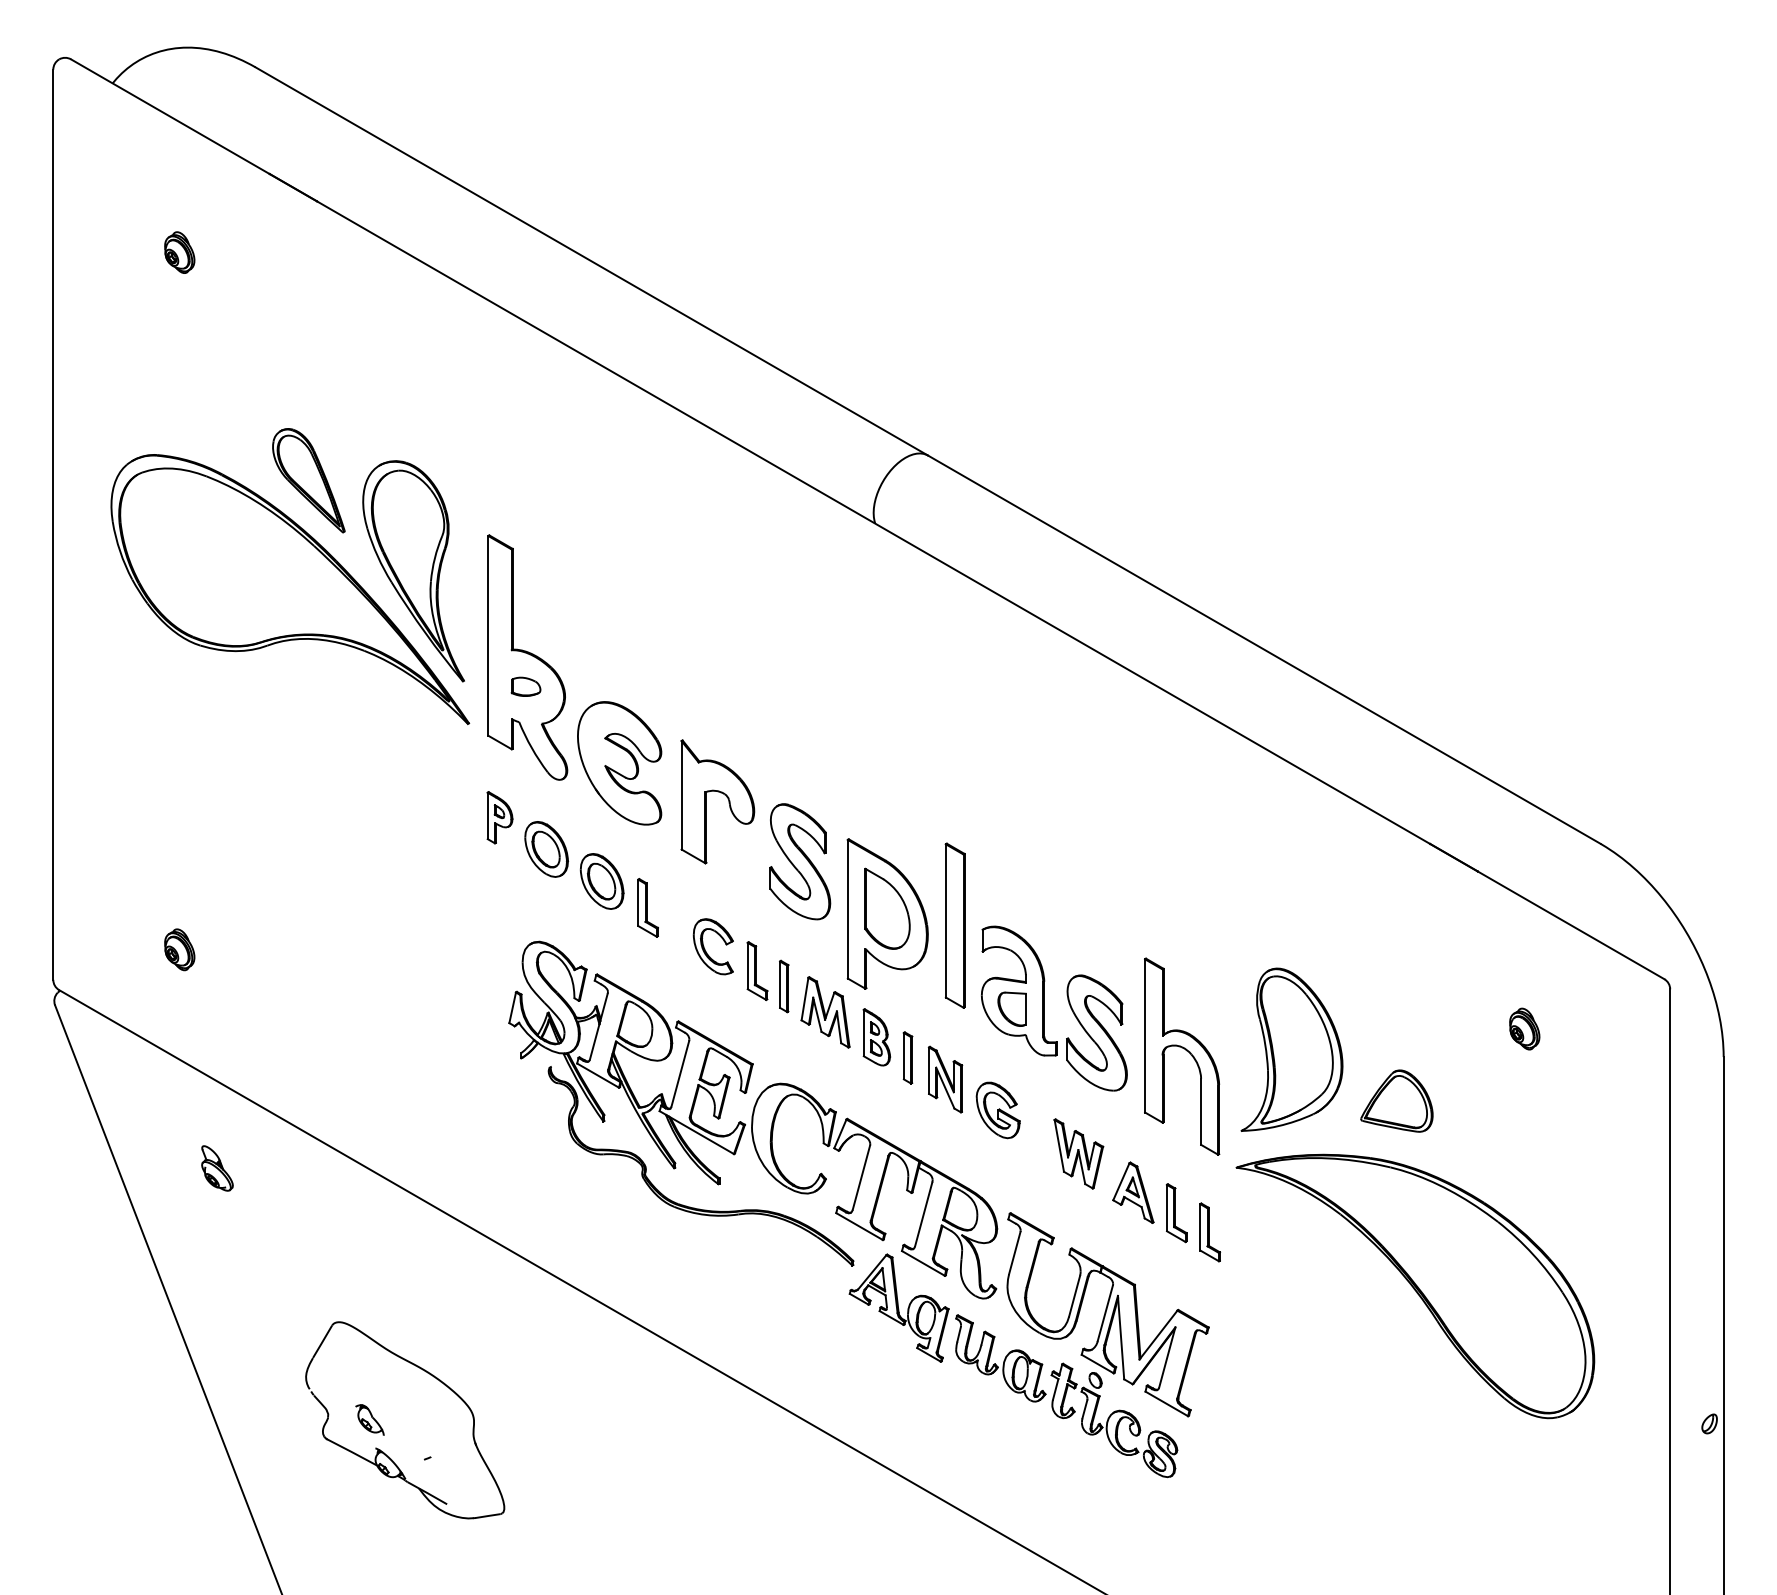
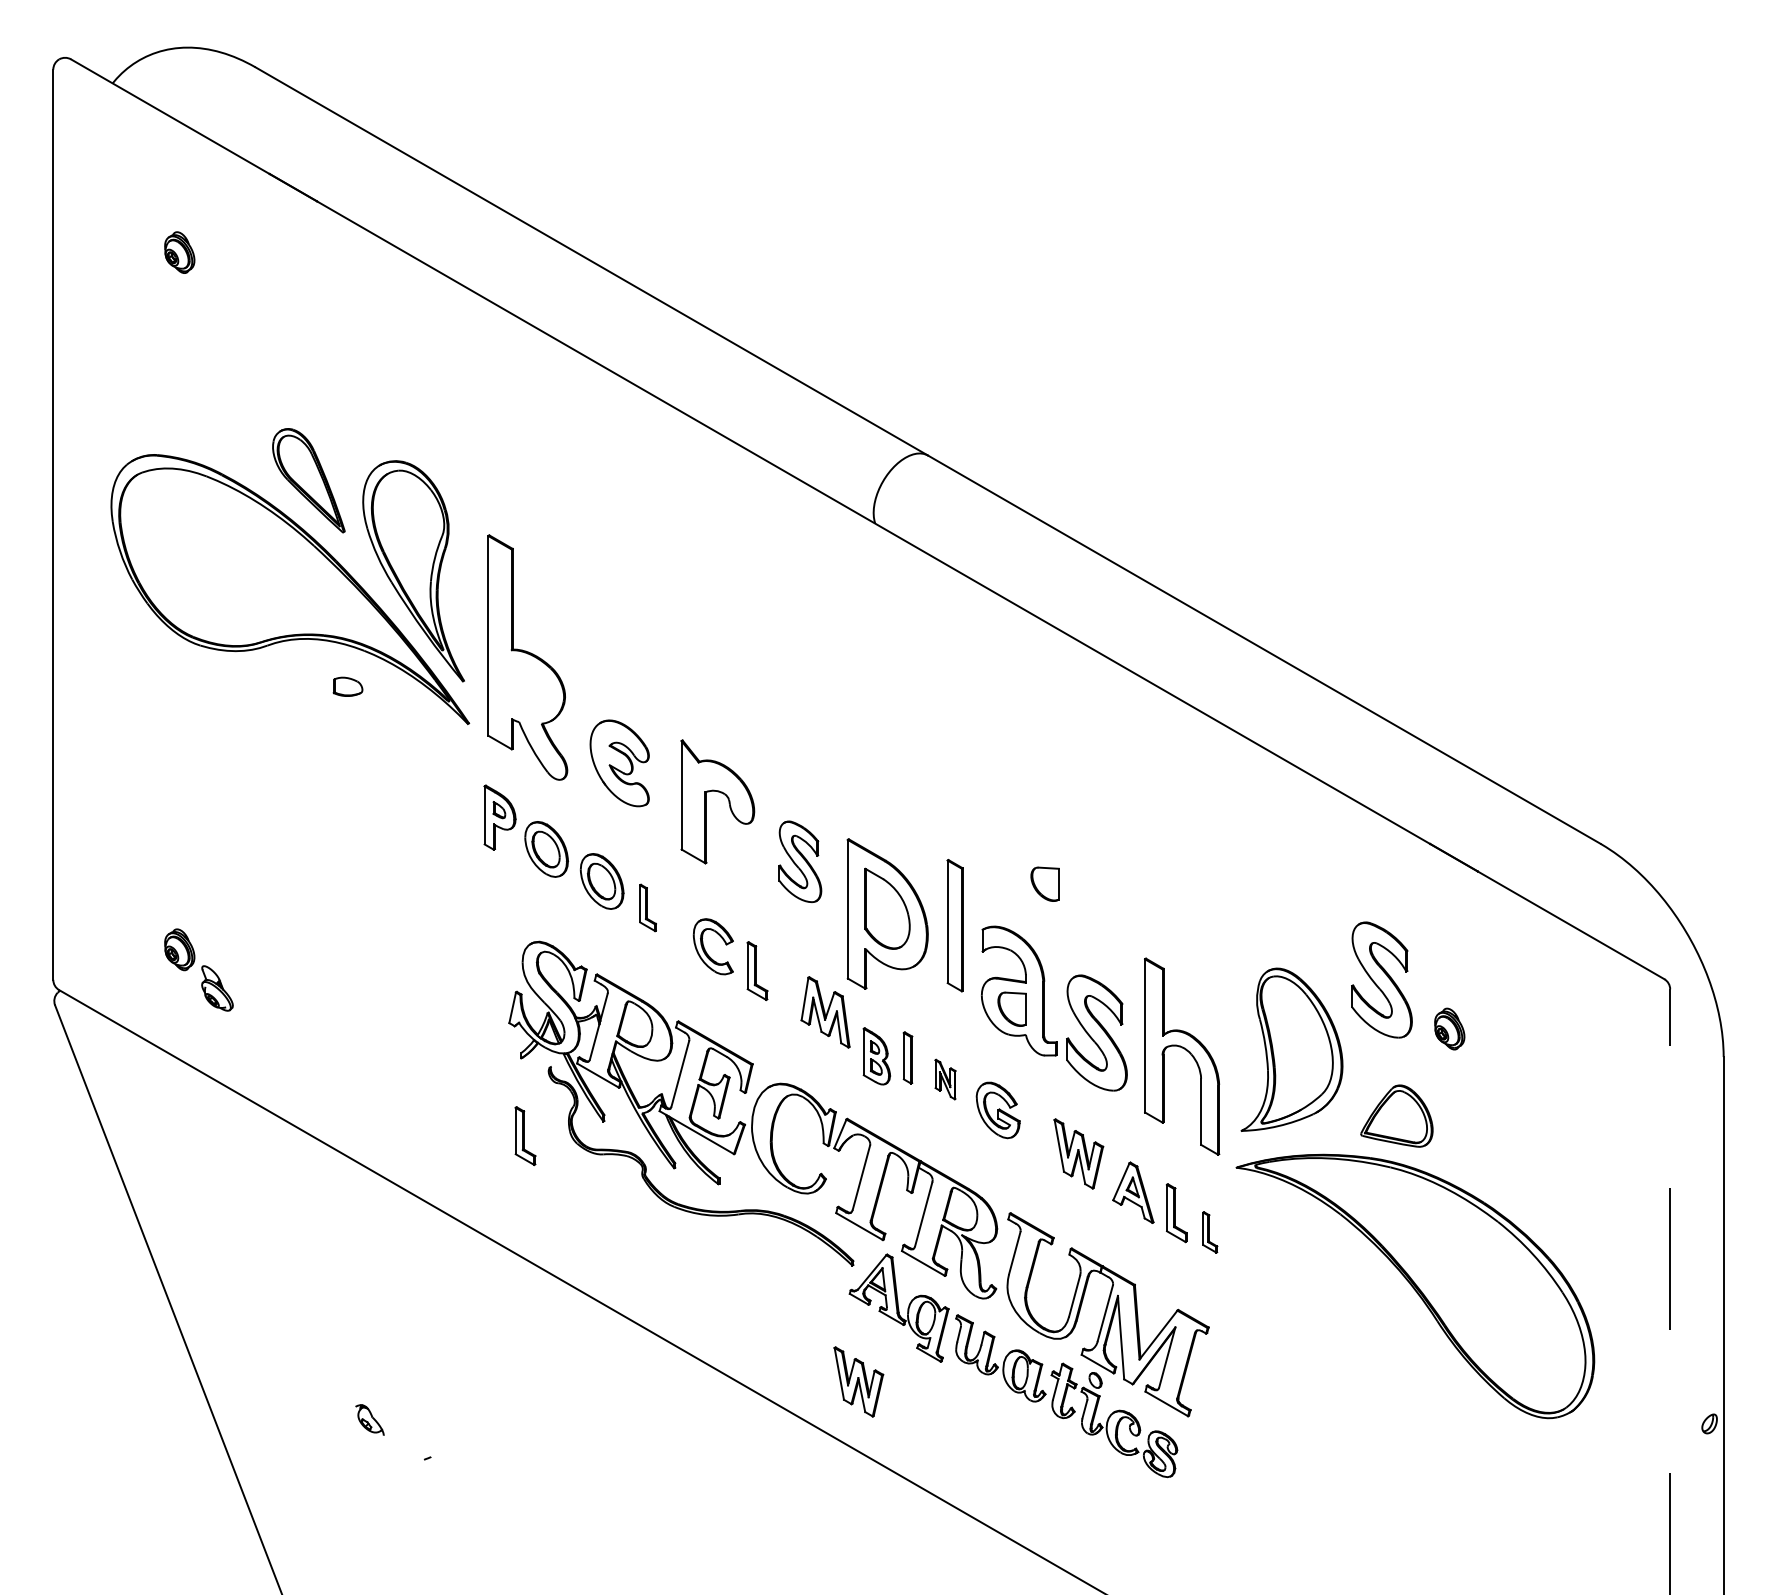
part at (525, 686) position: (525, 686) -> (347, 686)
part at (619, 763) size: 86x125 px -> 61x89 px
part at (499, 817) size: 28x54 px -> 34x67 px
part at (800, 861) size: 63x118 px -> 45x83 px
part at (1044, 883): none -> present
part at (647, 907) size: 22x60 px -> 18x50 px
part at (954, 925) size: 22x167 px -> 18x134 px
part at (1381, 979): none -> present
part at (784, 986): present -> none
part at (1524, 1028) position: (1524, 1028) -> (1449, 1028)
part at (876, 1037) position: (876, 1037) -> (876, 1056)
part at (945, 1079) size: 37x69 px -> 23x43 px
part at (1396, 1100) position: (1396, 1100) -> (1396, 1115)
part at (525, 1136): none -> present
part at (217, 1168) position: (217, 1168) -> (217, 988)
part at (1210, 1232) size: 23x61 px -> 17x43 px
line at (1670, 1292): solid -> dashed
part at (858, 1381): none -> present
part at (383, 1451): present -> none
